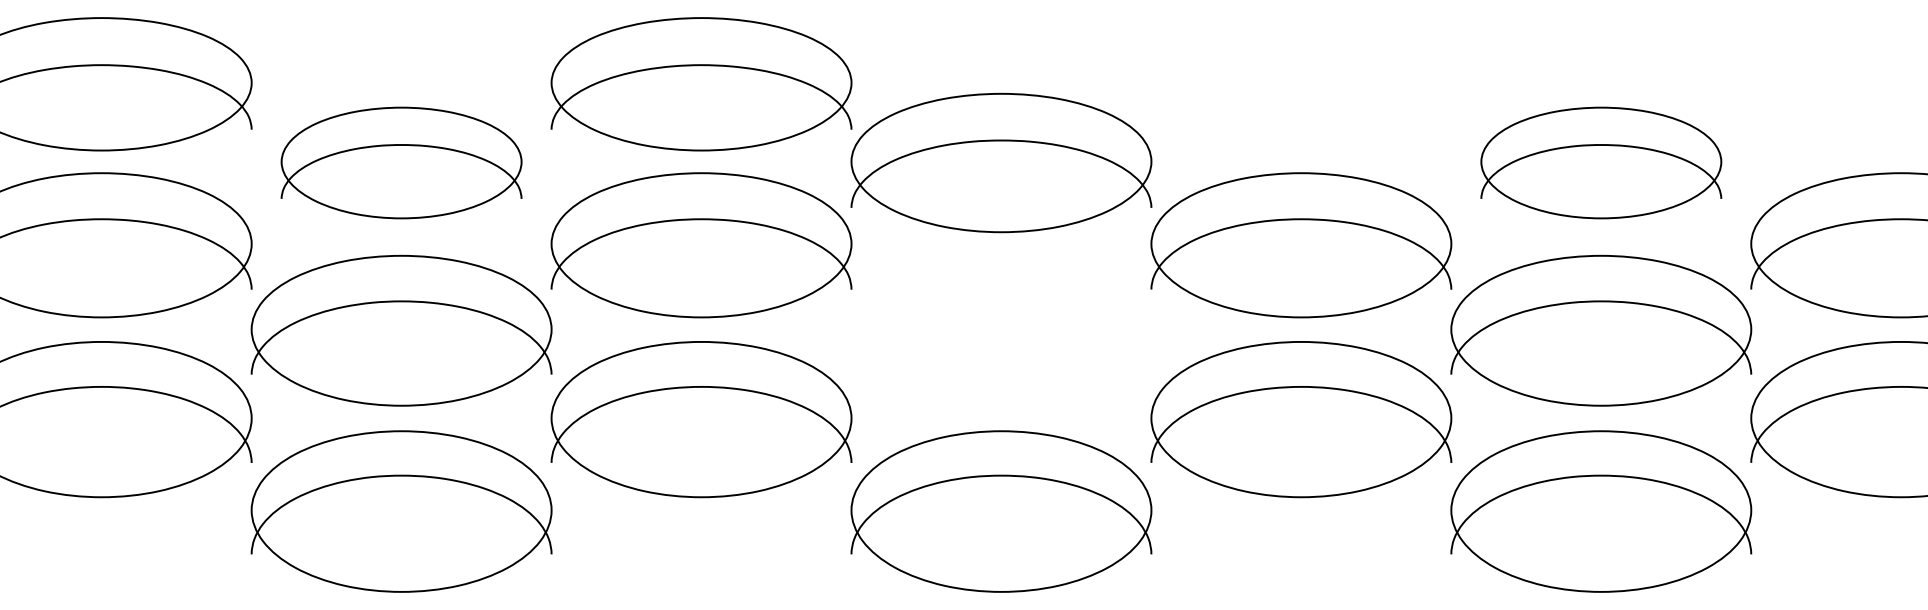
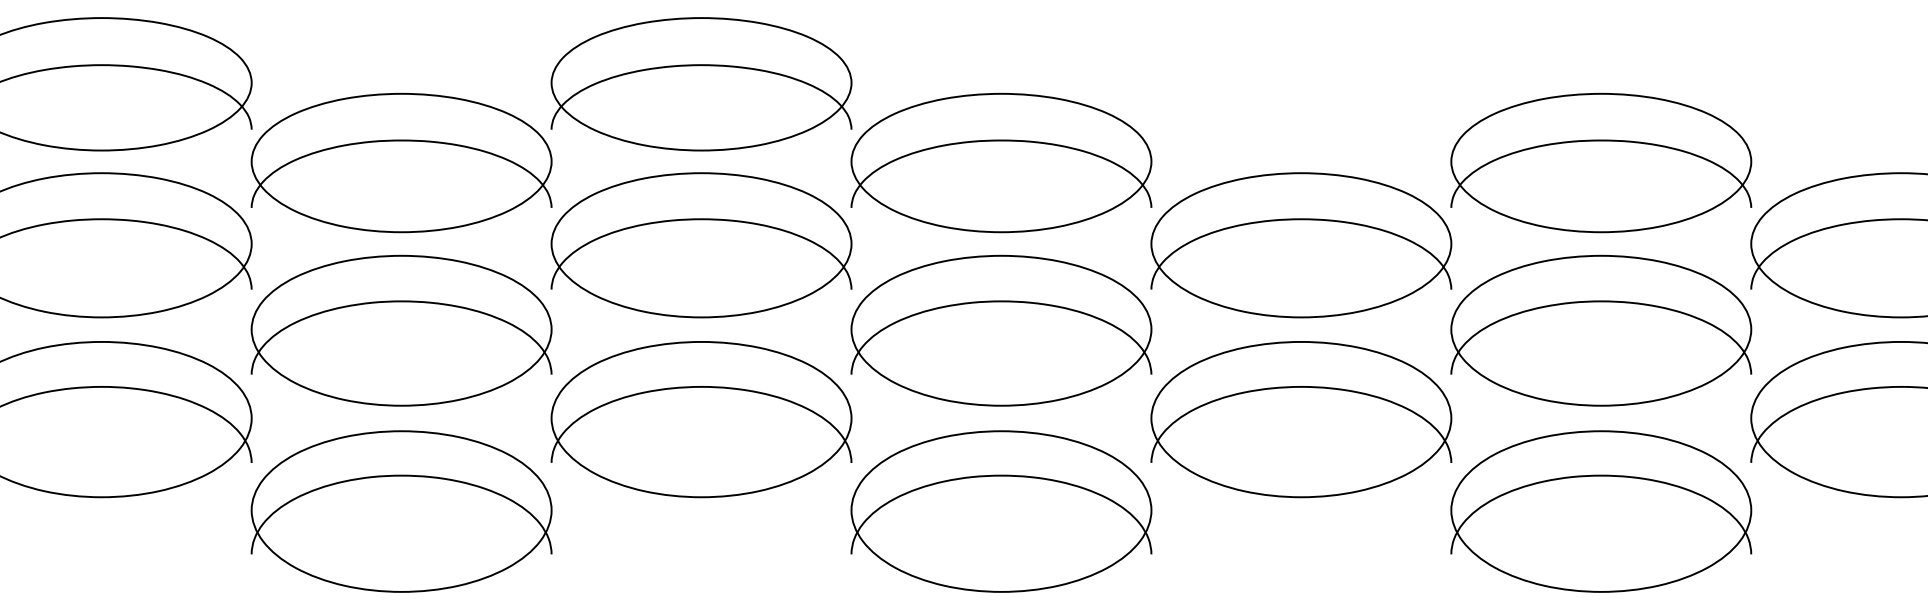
part at (401, 162) size: 243x114 px -> 303x142 px
part at (1601, 162) size: 243x114 px -> 303x142 px
part at (1001, 330): none -> present
